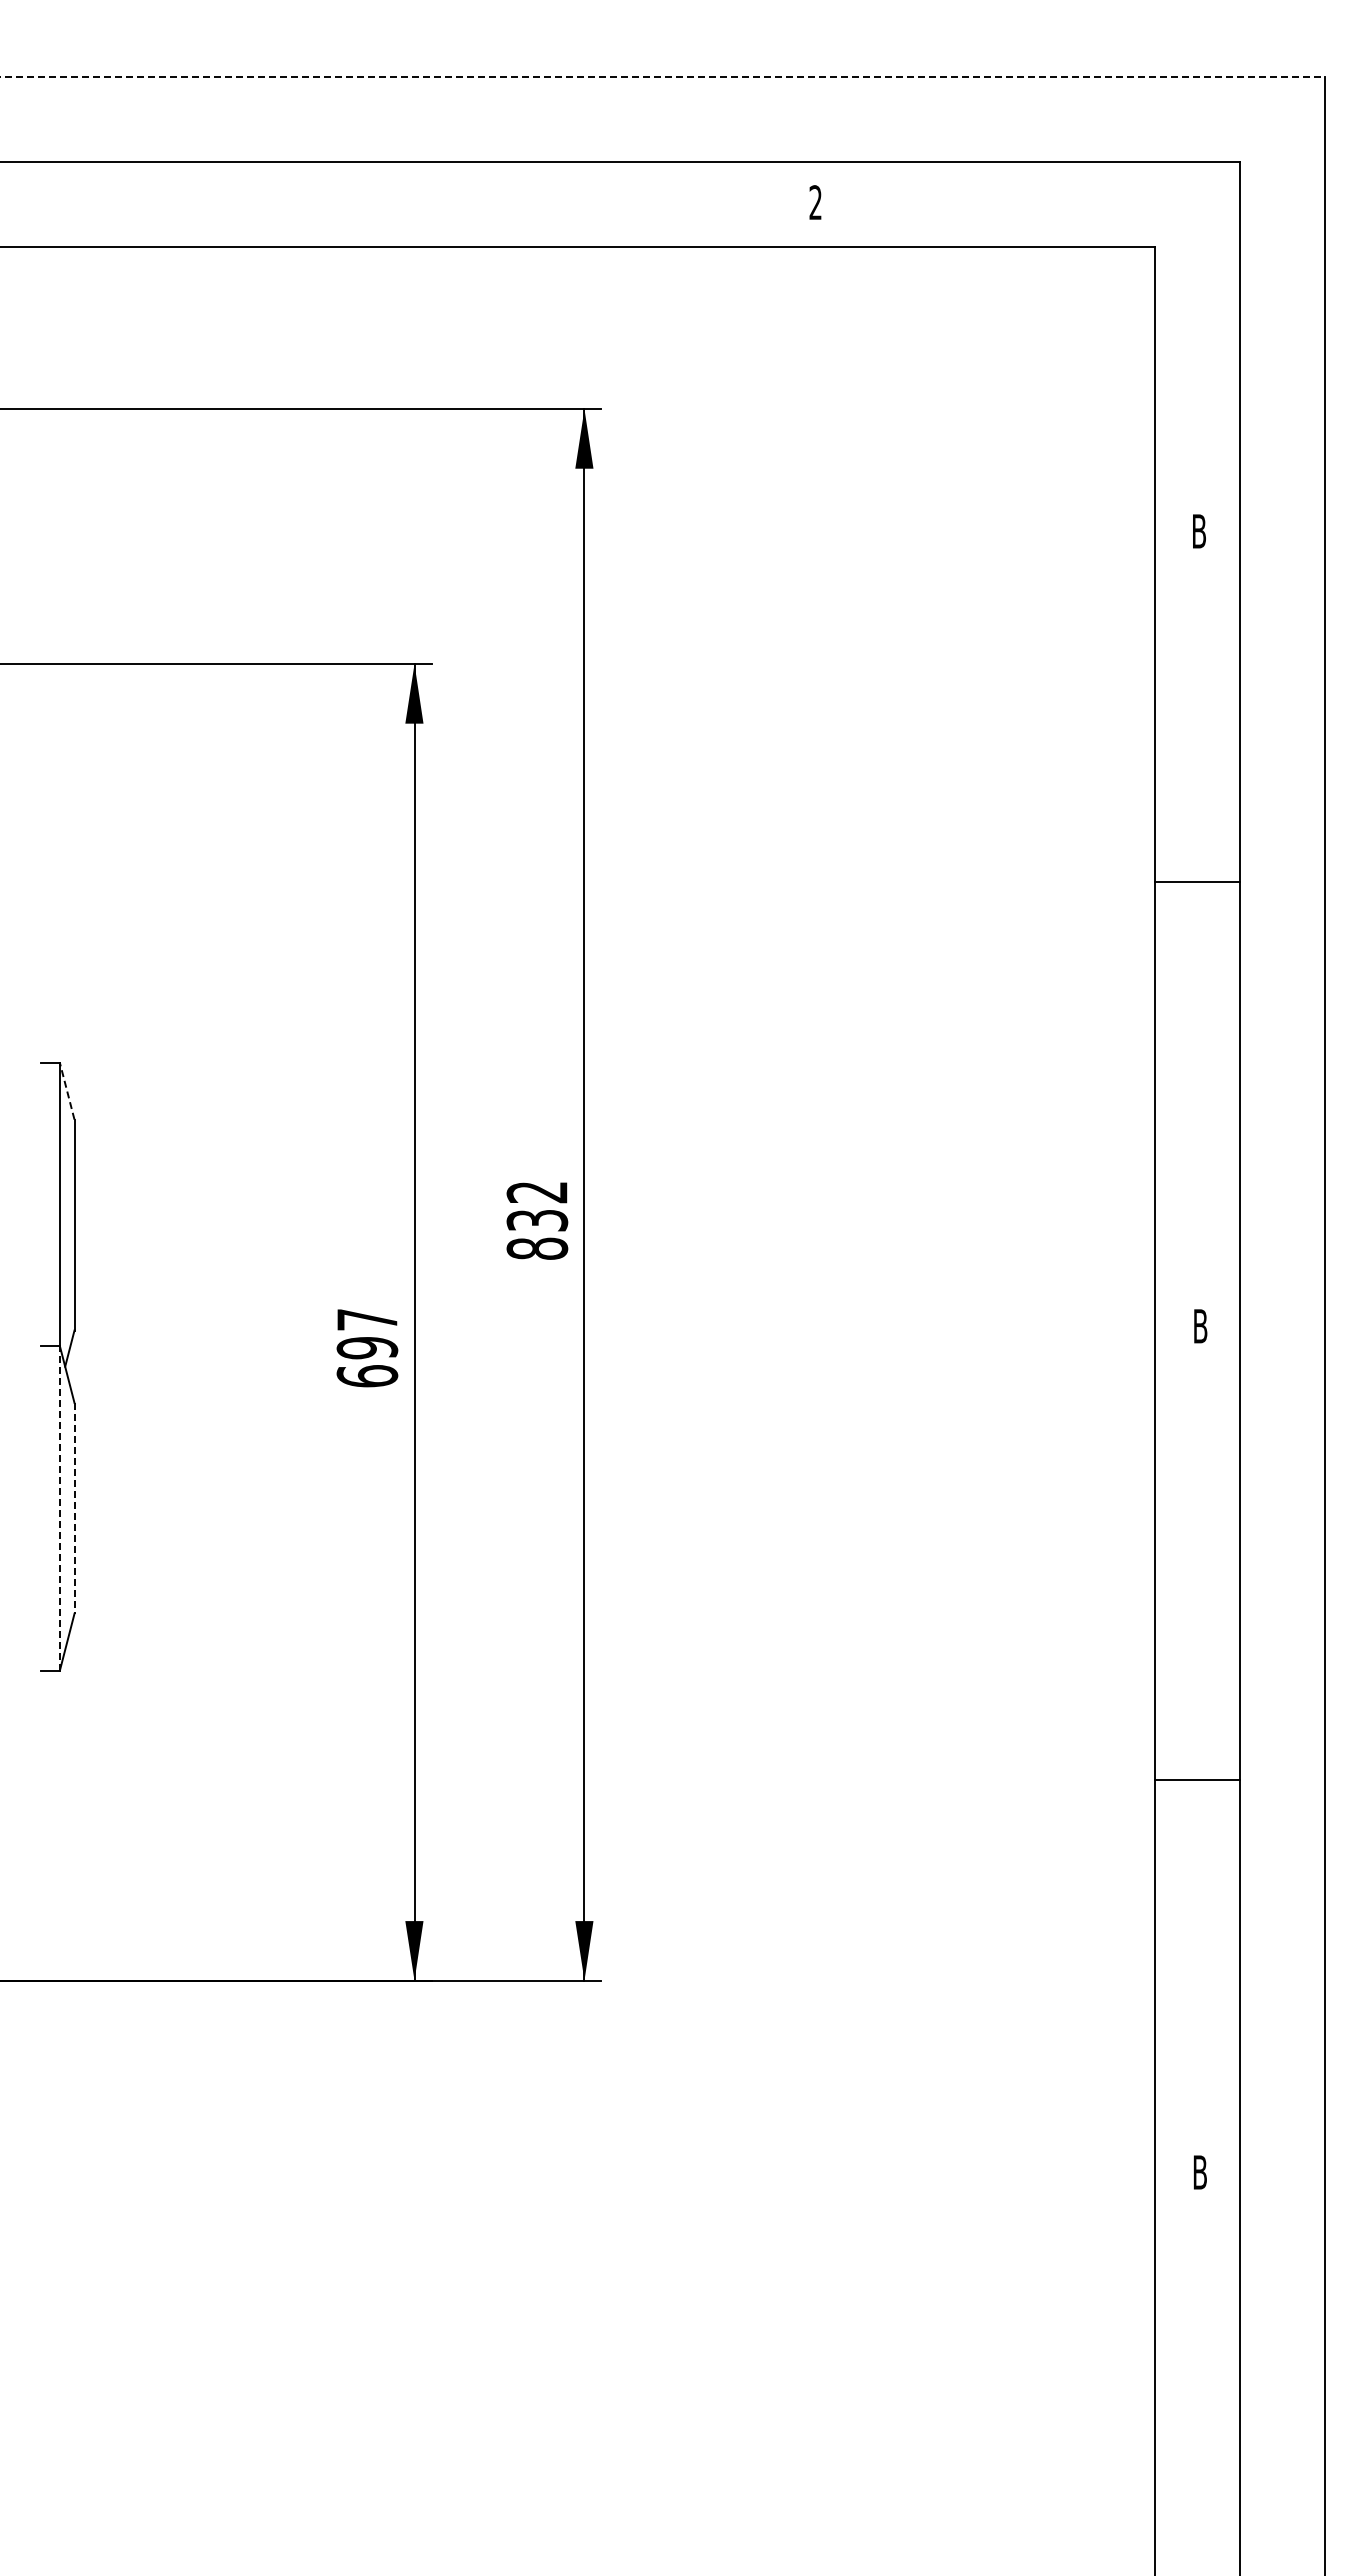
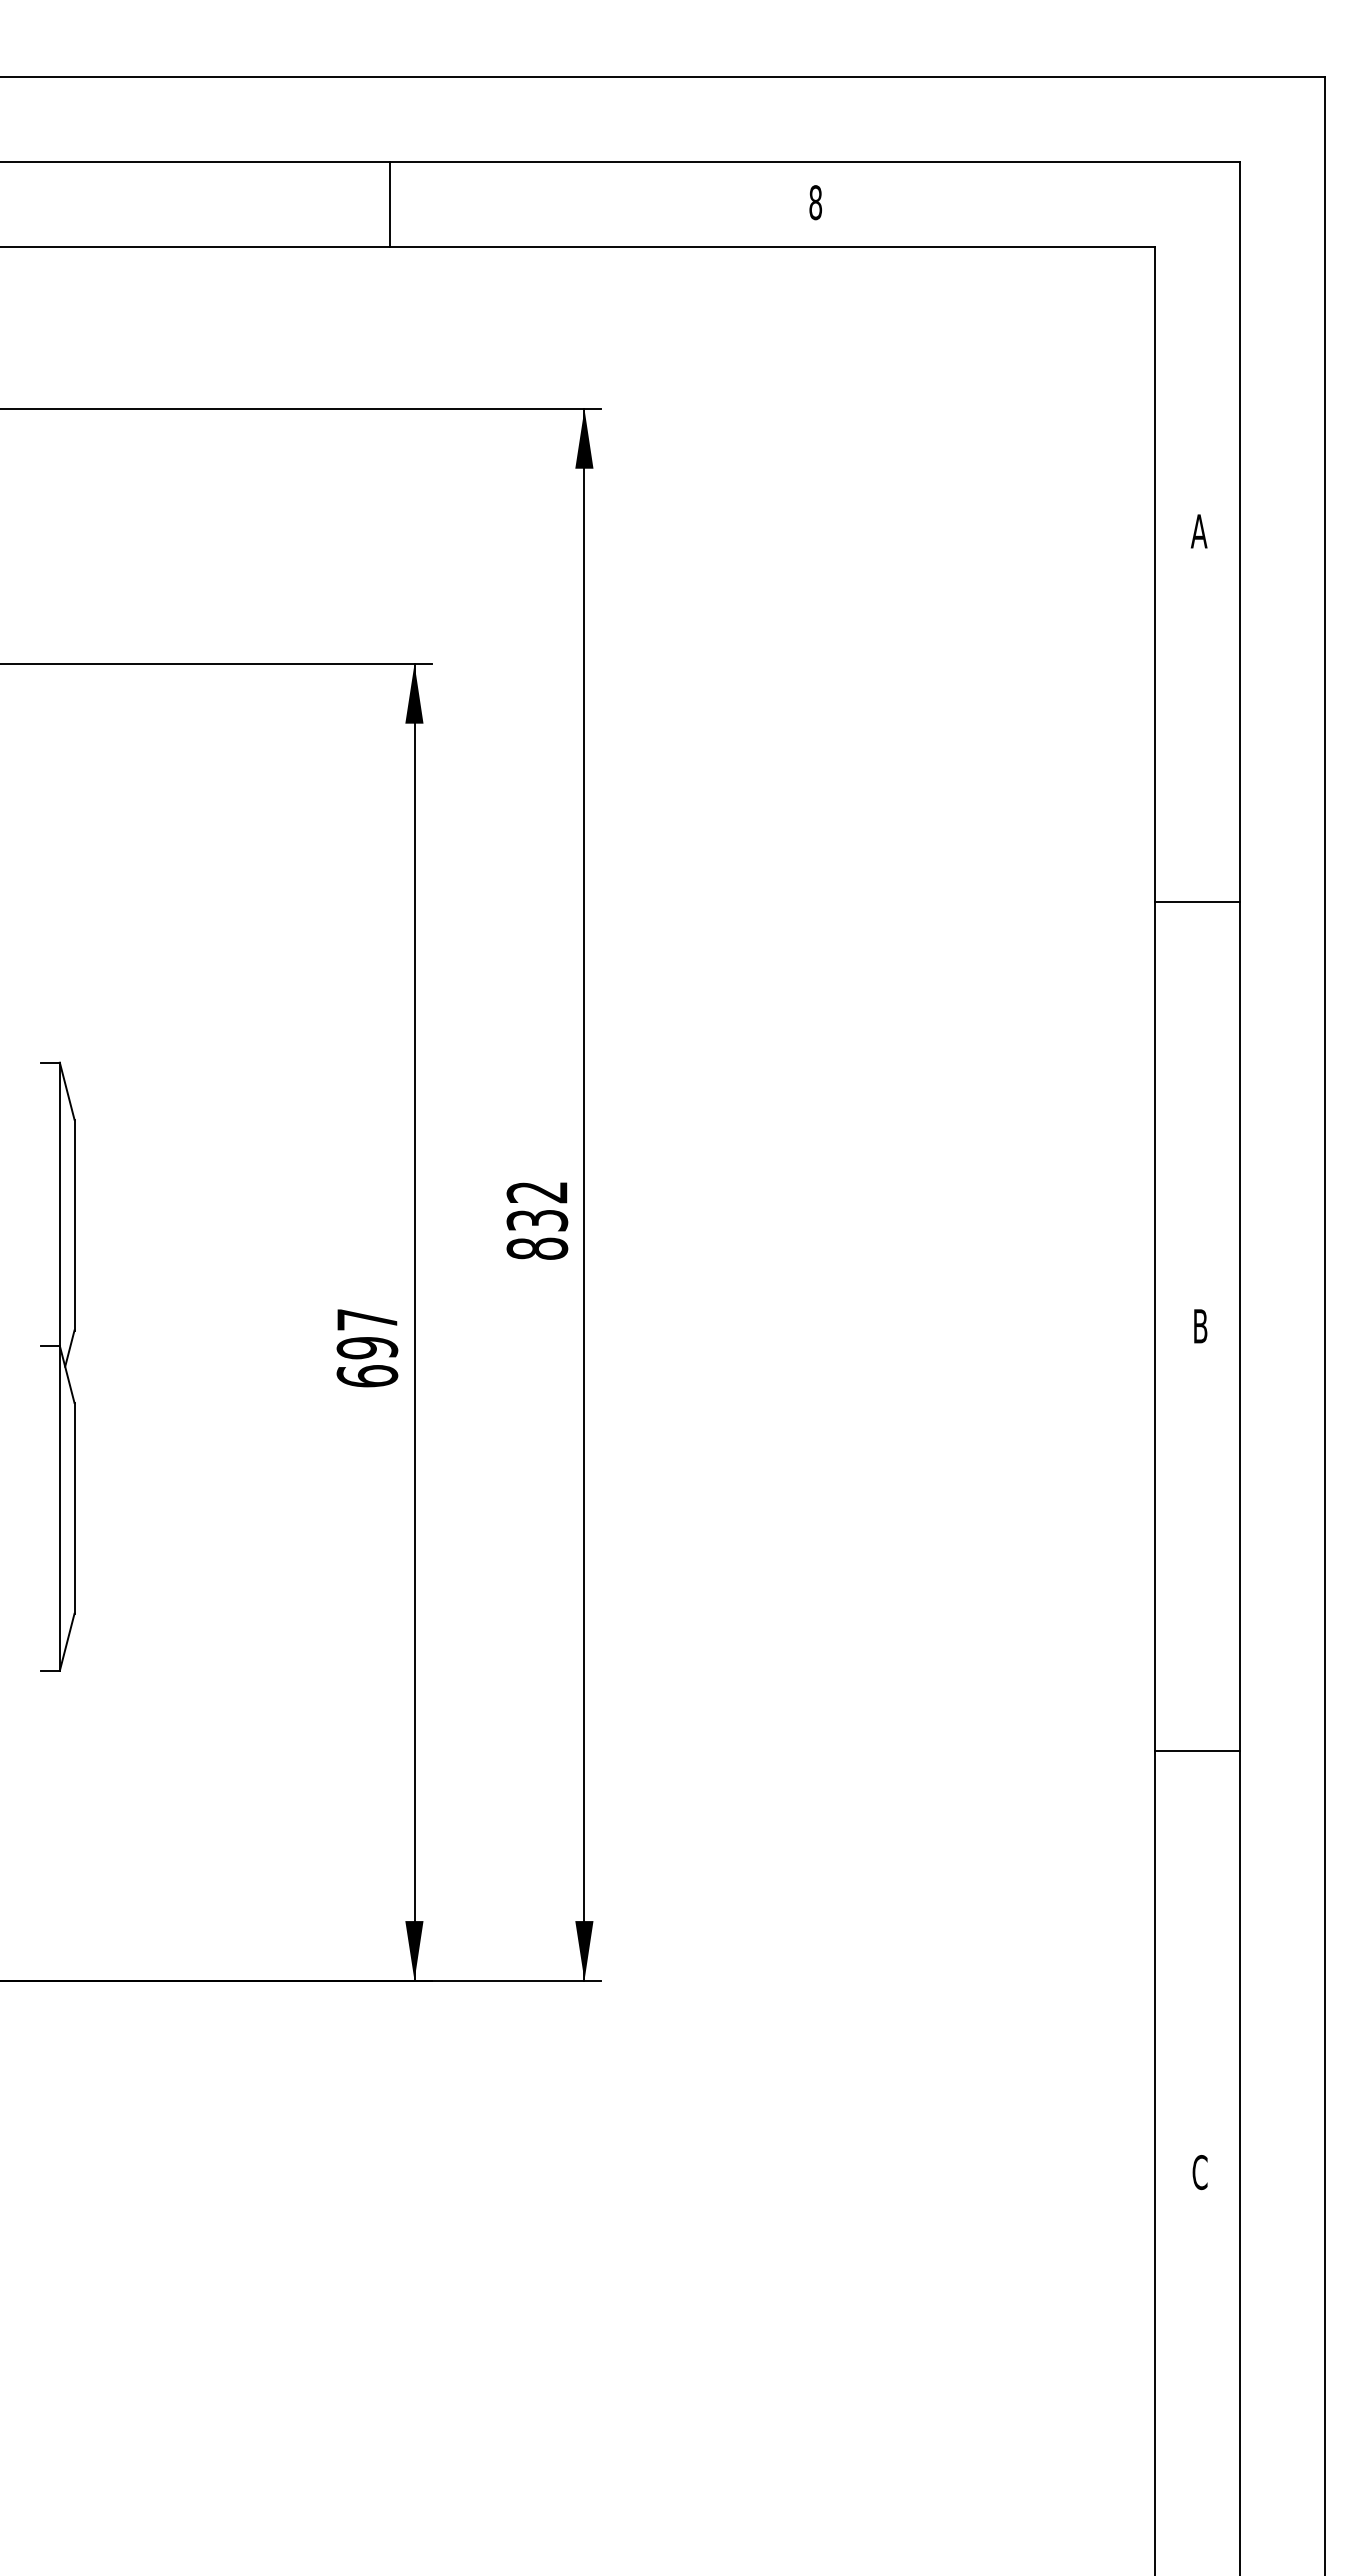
line at (663, 77): dashed -> solid
text at (815, 202): 2 -> 8
line at (390, 204): none -> present
text at (1198, 531): B -> A
line at (1197, 881) position: (1197, 881) -> (1197, 901)
line at (67, 1090): dashed -> solid
line at (59, 1507): dashed -> solid
line at (74, 1508): dashed -> solid
line at (1197, 1780) position: (1197, 1780) -> (1197, 1751)
text at (1199, 2172): B -> C
